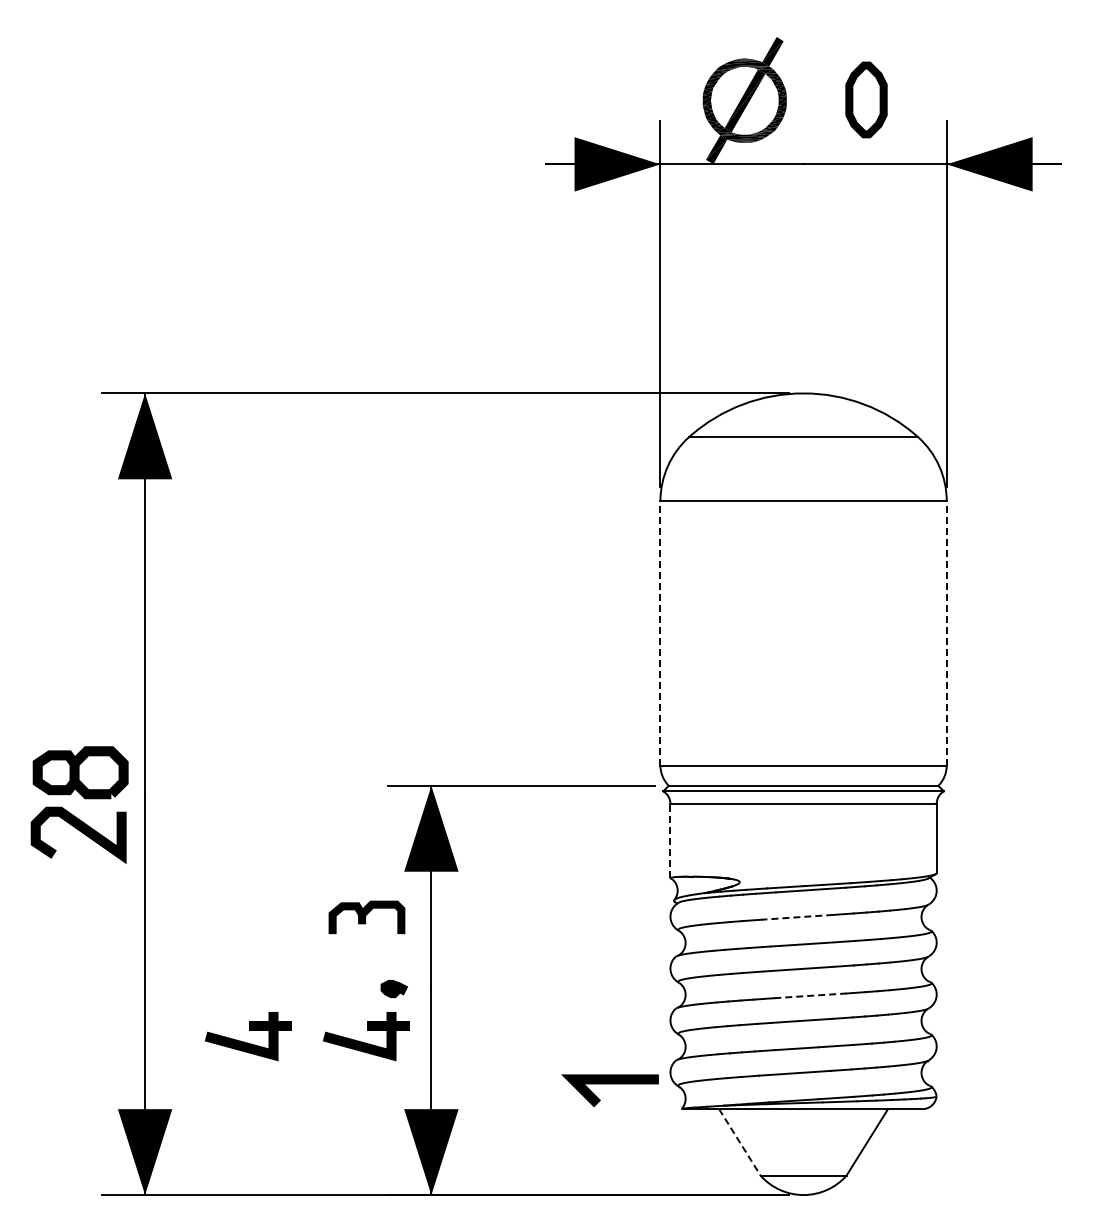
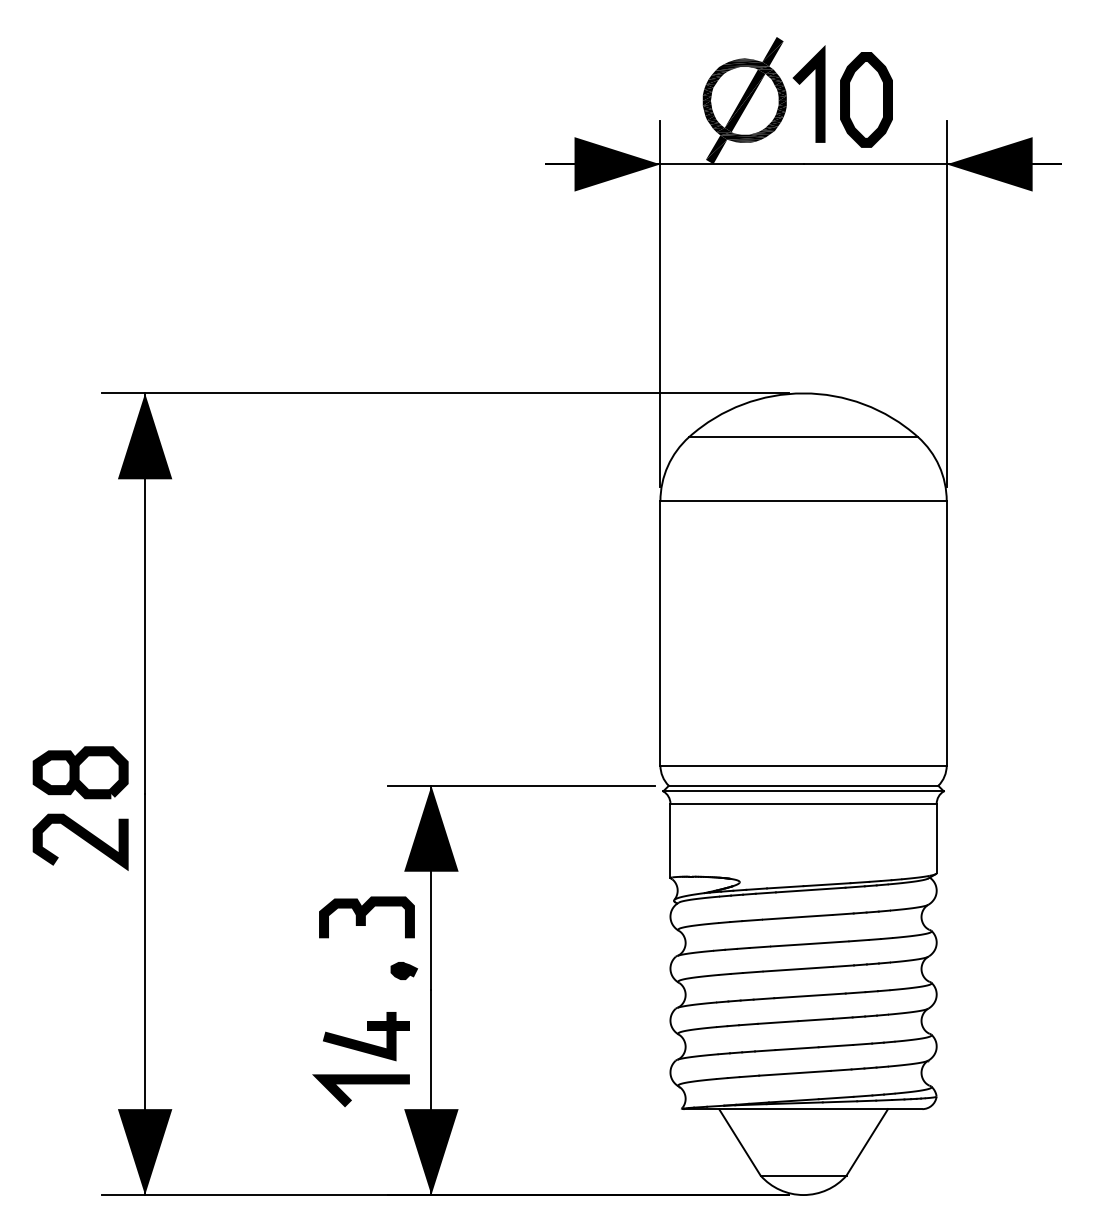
line at (815, 93): none -> present
part at (866, 99) size: 43x78 px -> 53x96 px
line at (660, 632): dashed -> solid
line at (946, 632): dashed -> solid
curve at (79, 831) position: (79, 831) -> (81, 838)
line at (670, 840): dashed -> solid
part at (366, 917) size: 78x35 px -> 96x43 px
line at (797, 917): dashed -> solid
part at (393, 988) position: (393, 988) -> (403, 970)
line at (810, 995): dashed -> solid
part at (248, 1036): present -> none
line at (609, 1084) position: (609, 1084) -> (360, 1084)
line at (740, 1142): dashed -> solid
